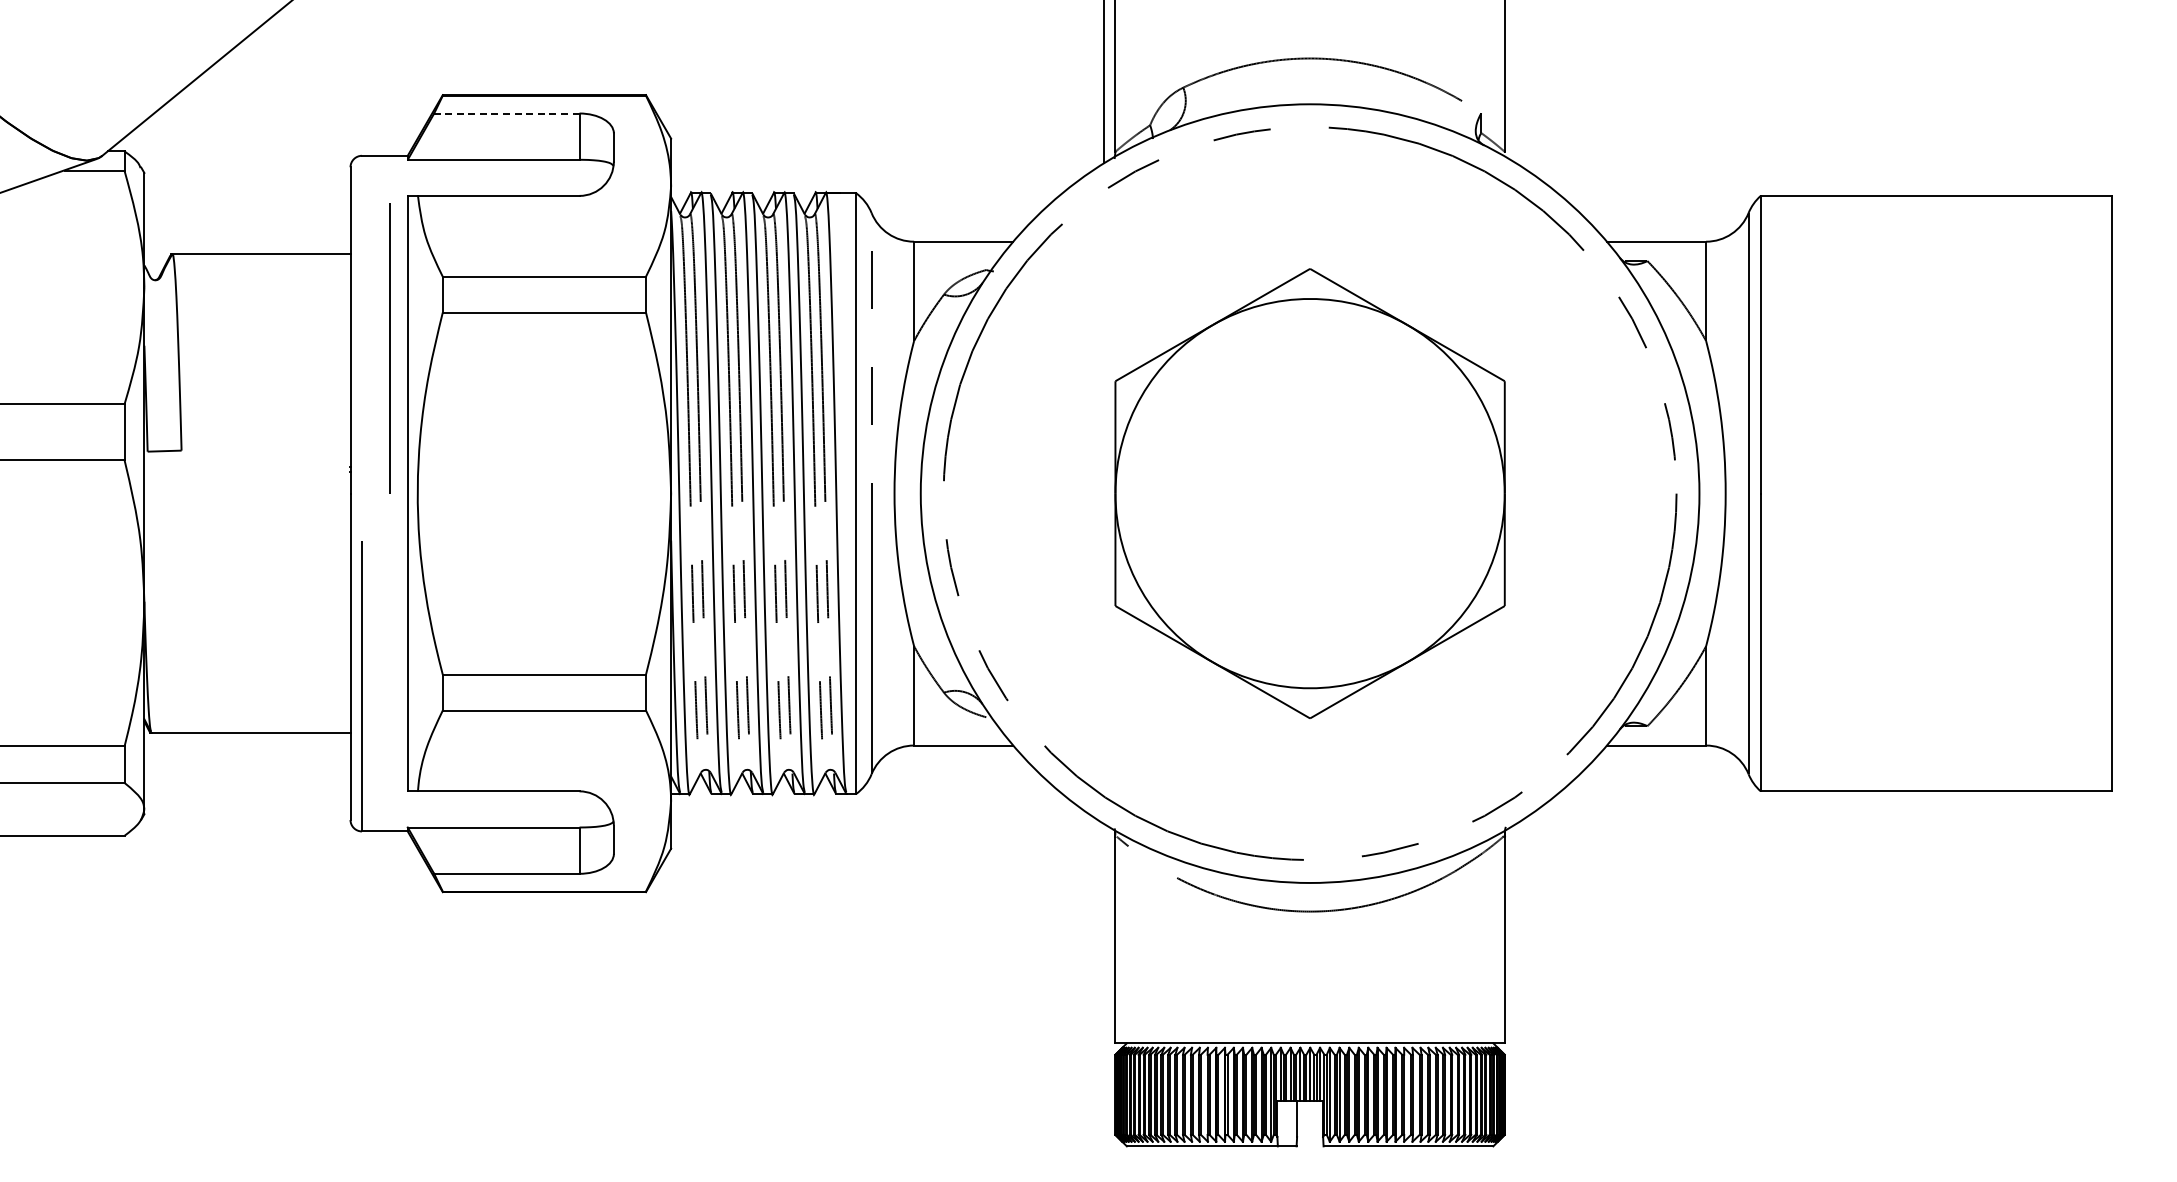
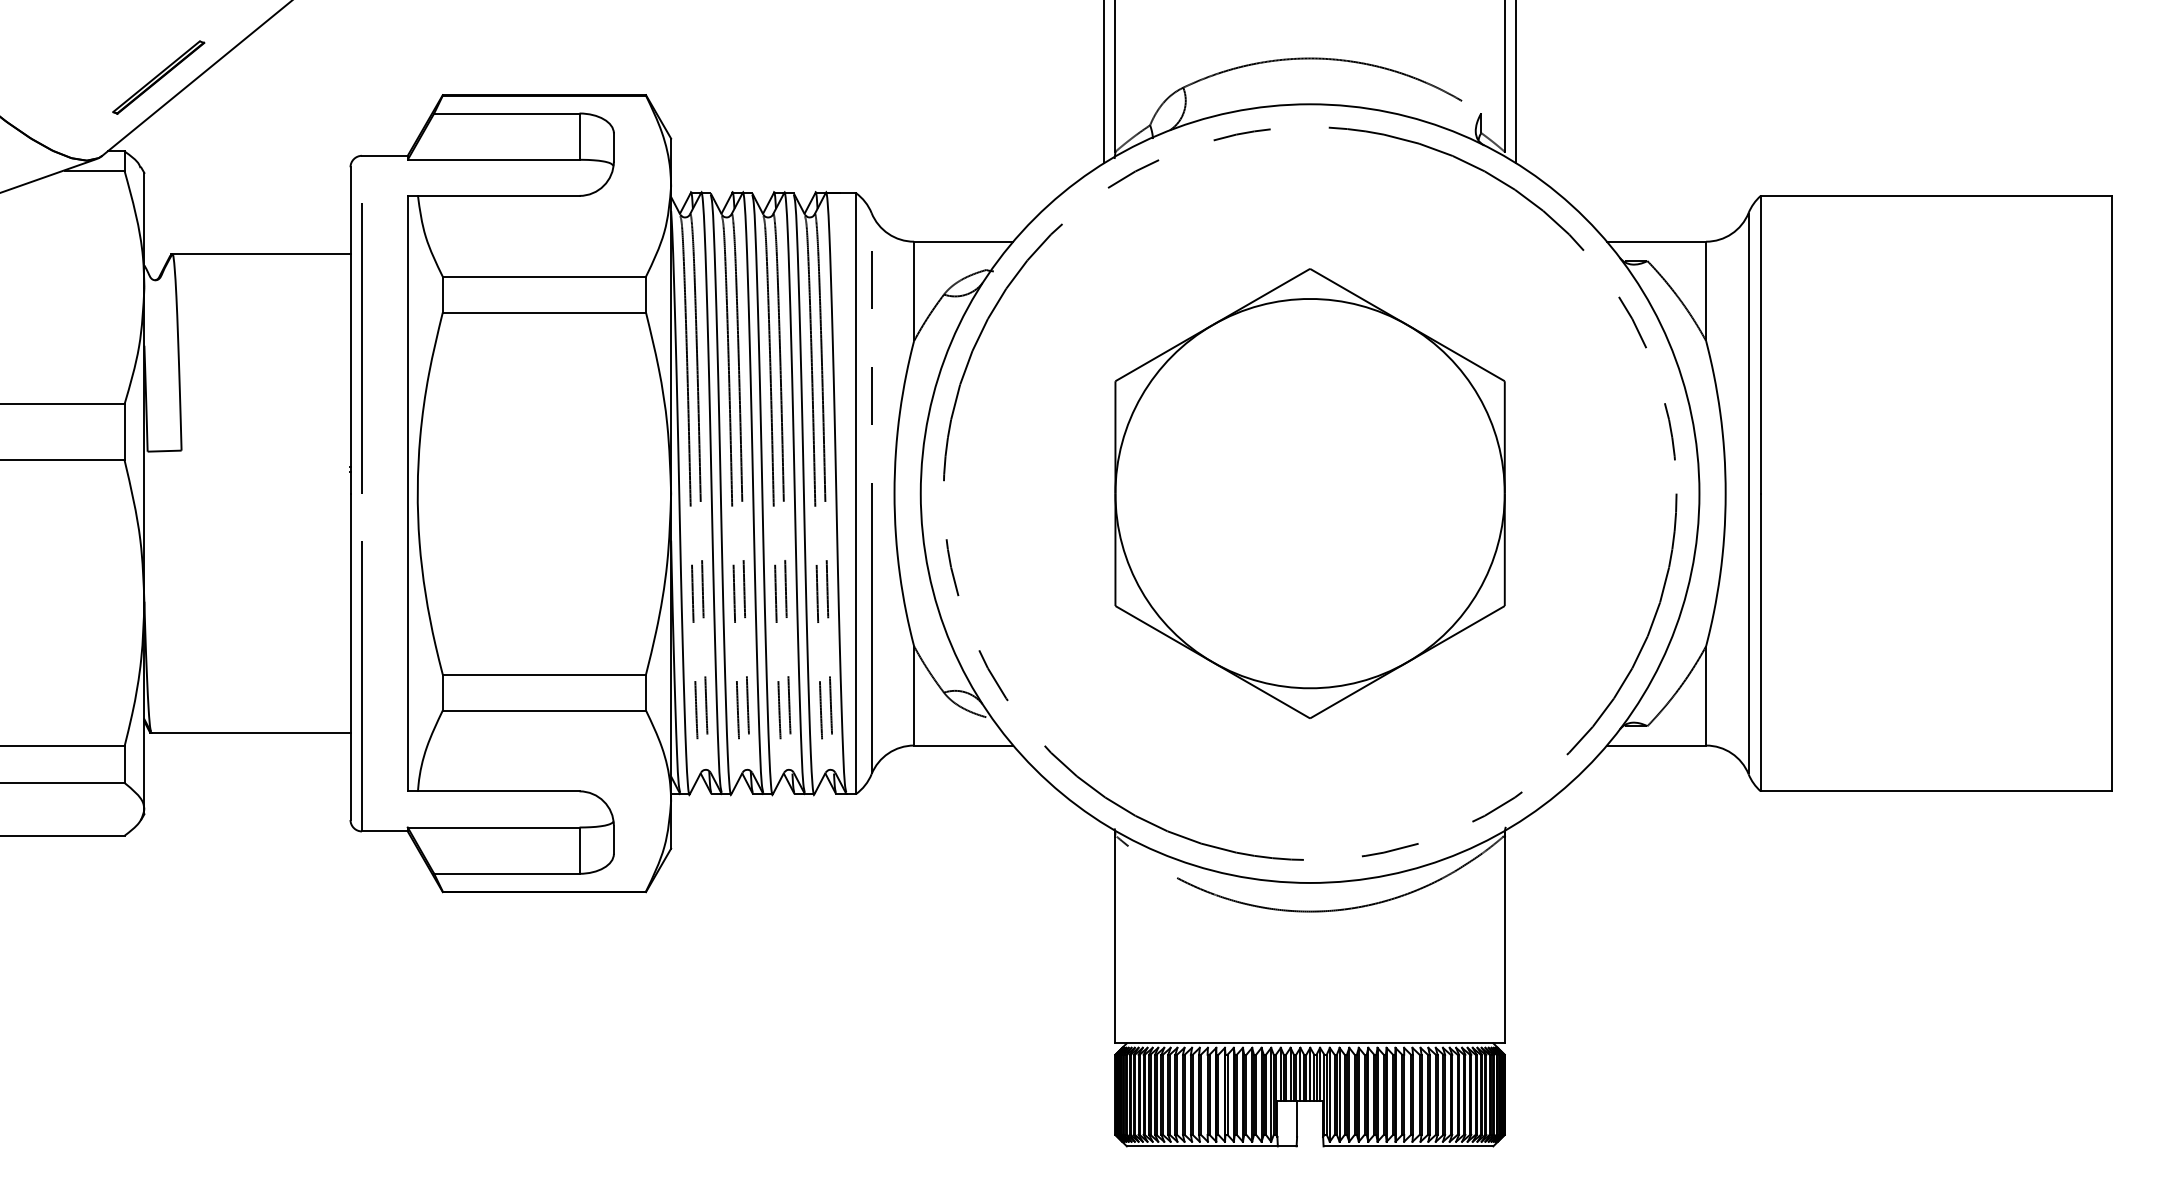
part at (158, 77): none -> present
line at (1516, 82): none -> present
line at (506, 113): dashed -> solid
line at (389, 348) position: (389, 348) -> (361, 348)
